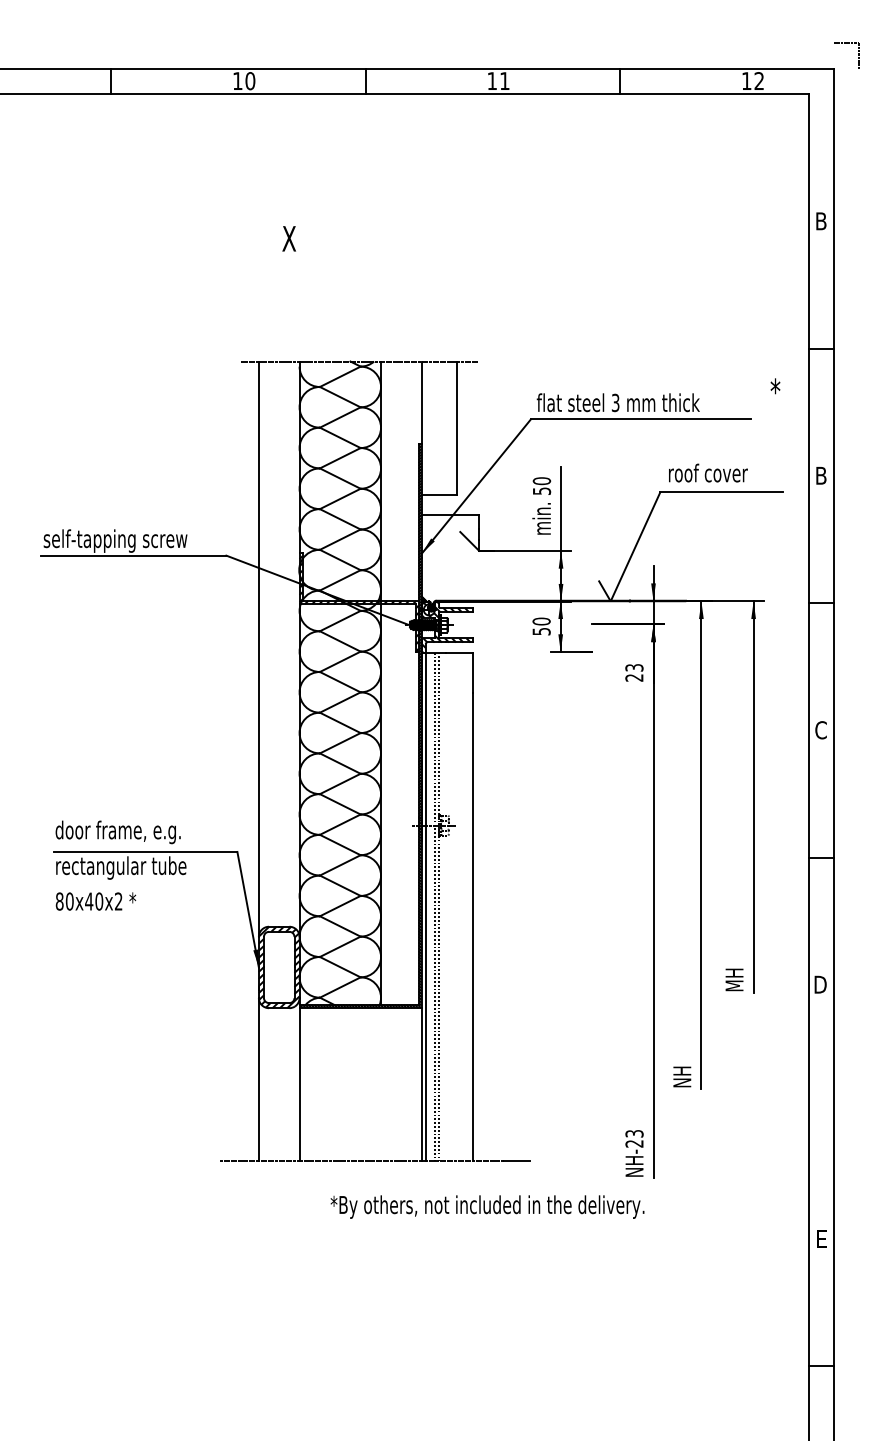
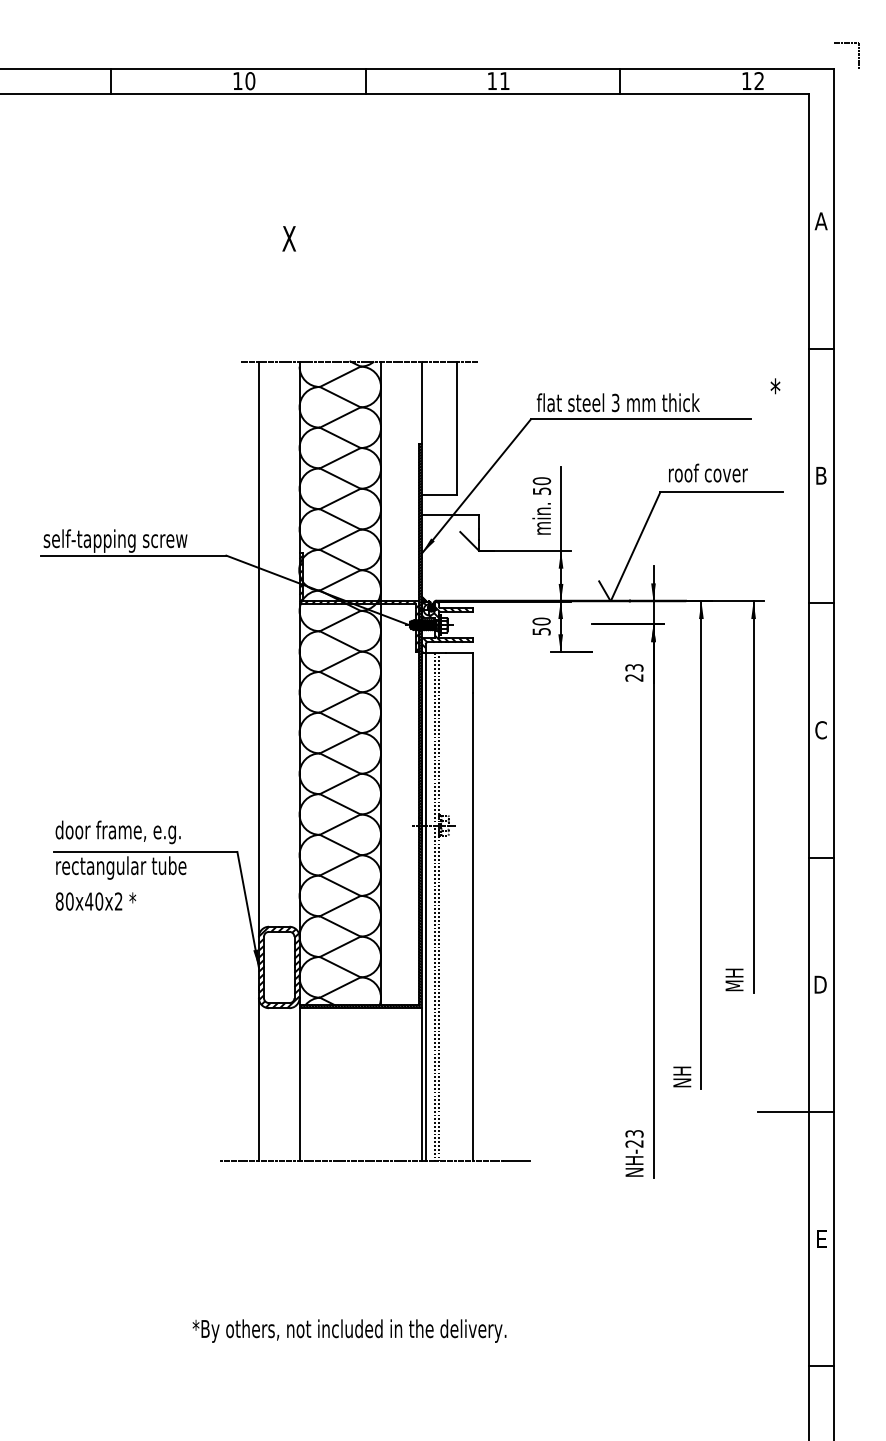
text at (820, 221): B -> A
line at (795, 1111): none -> present
text at (487, 1206) position: (487, 1206) -> (349, 1330)
